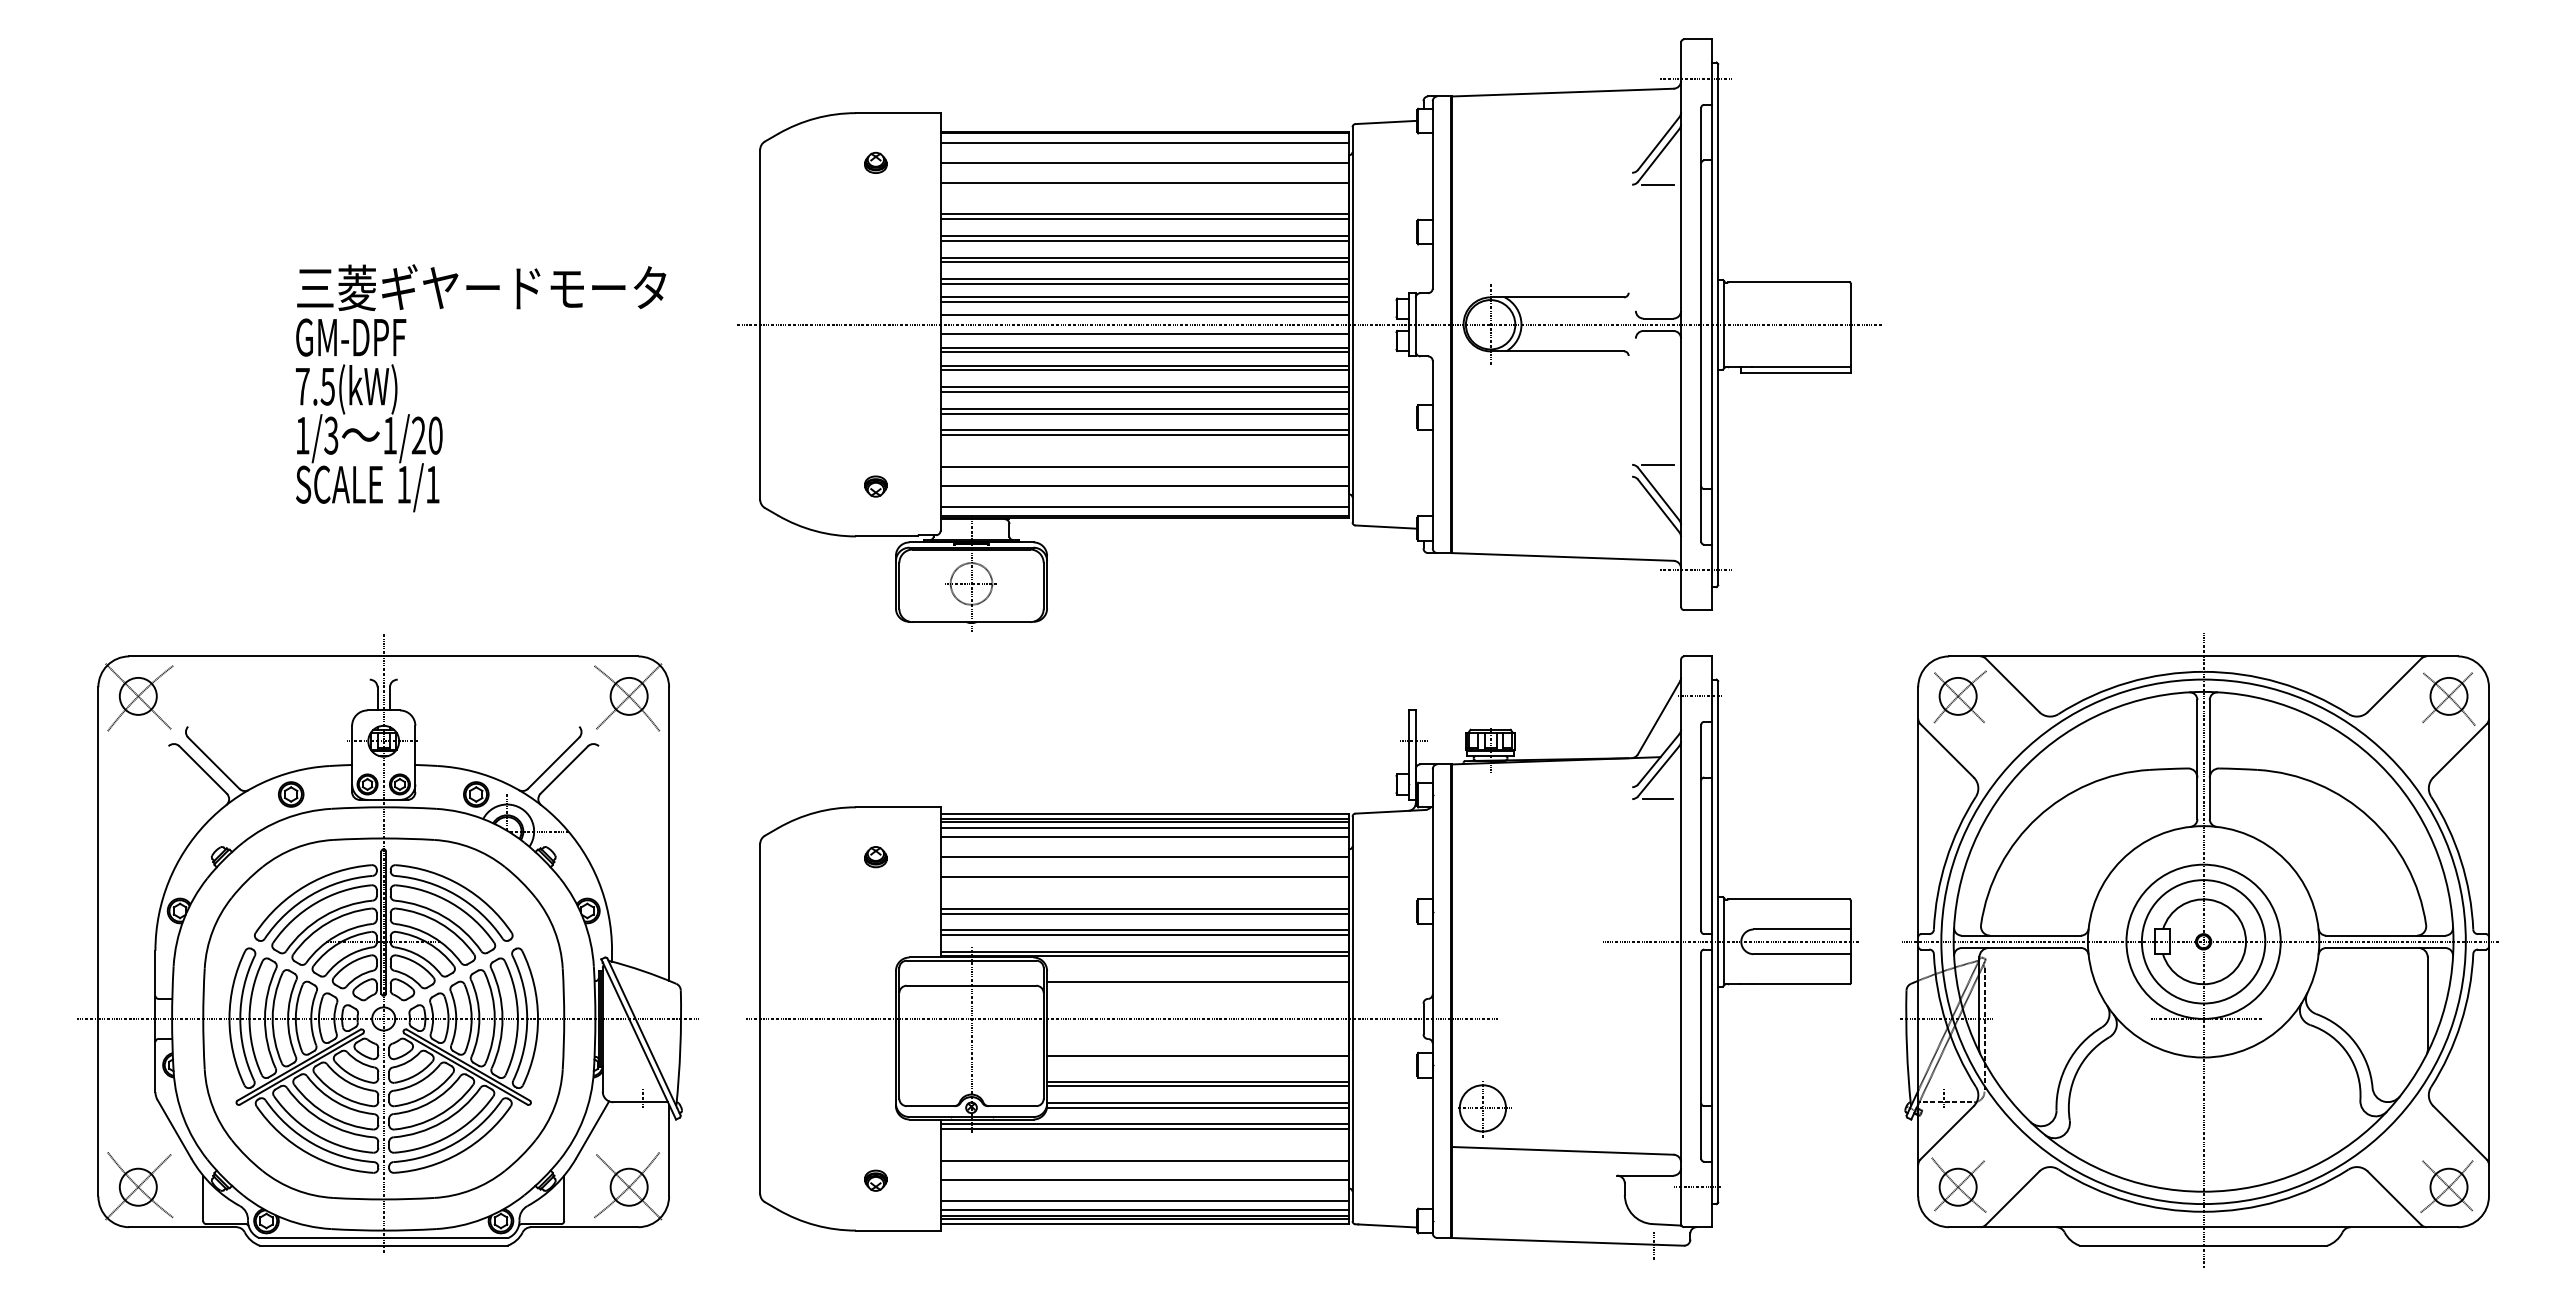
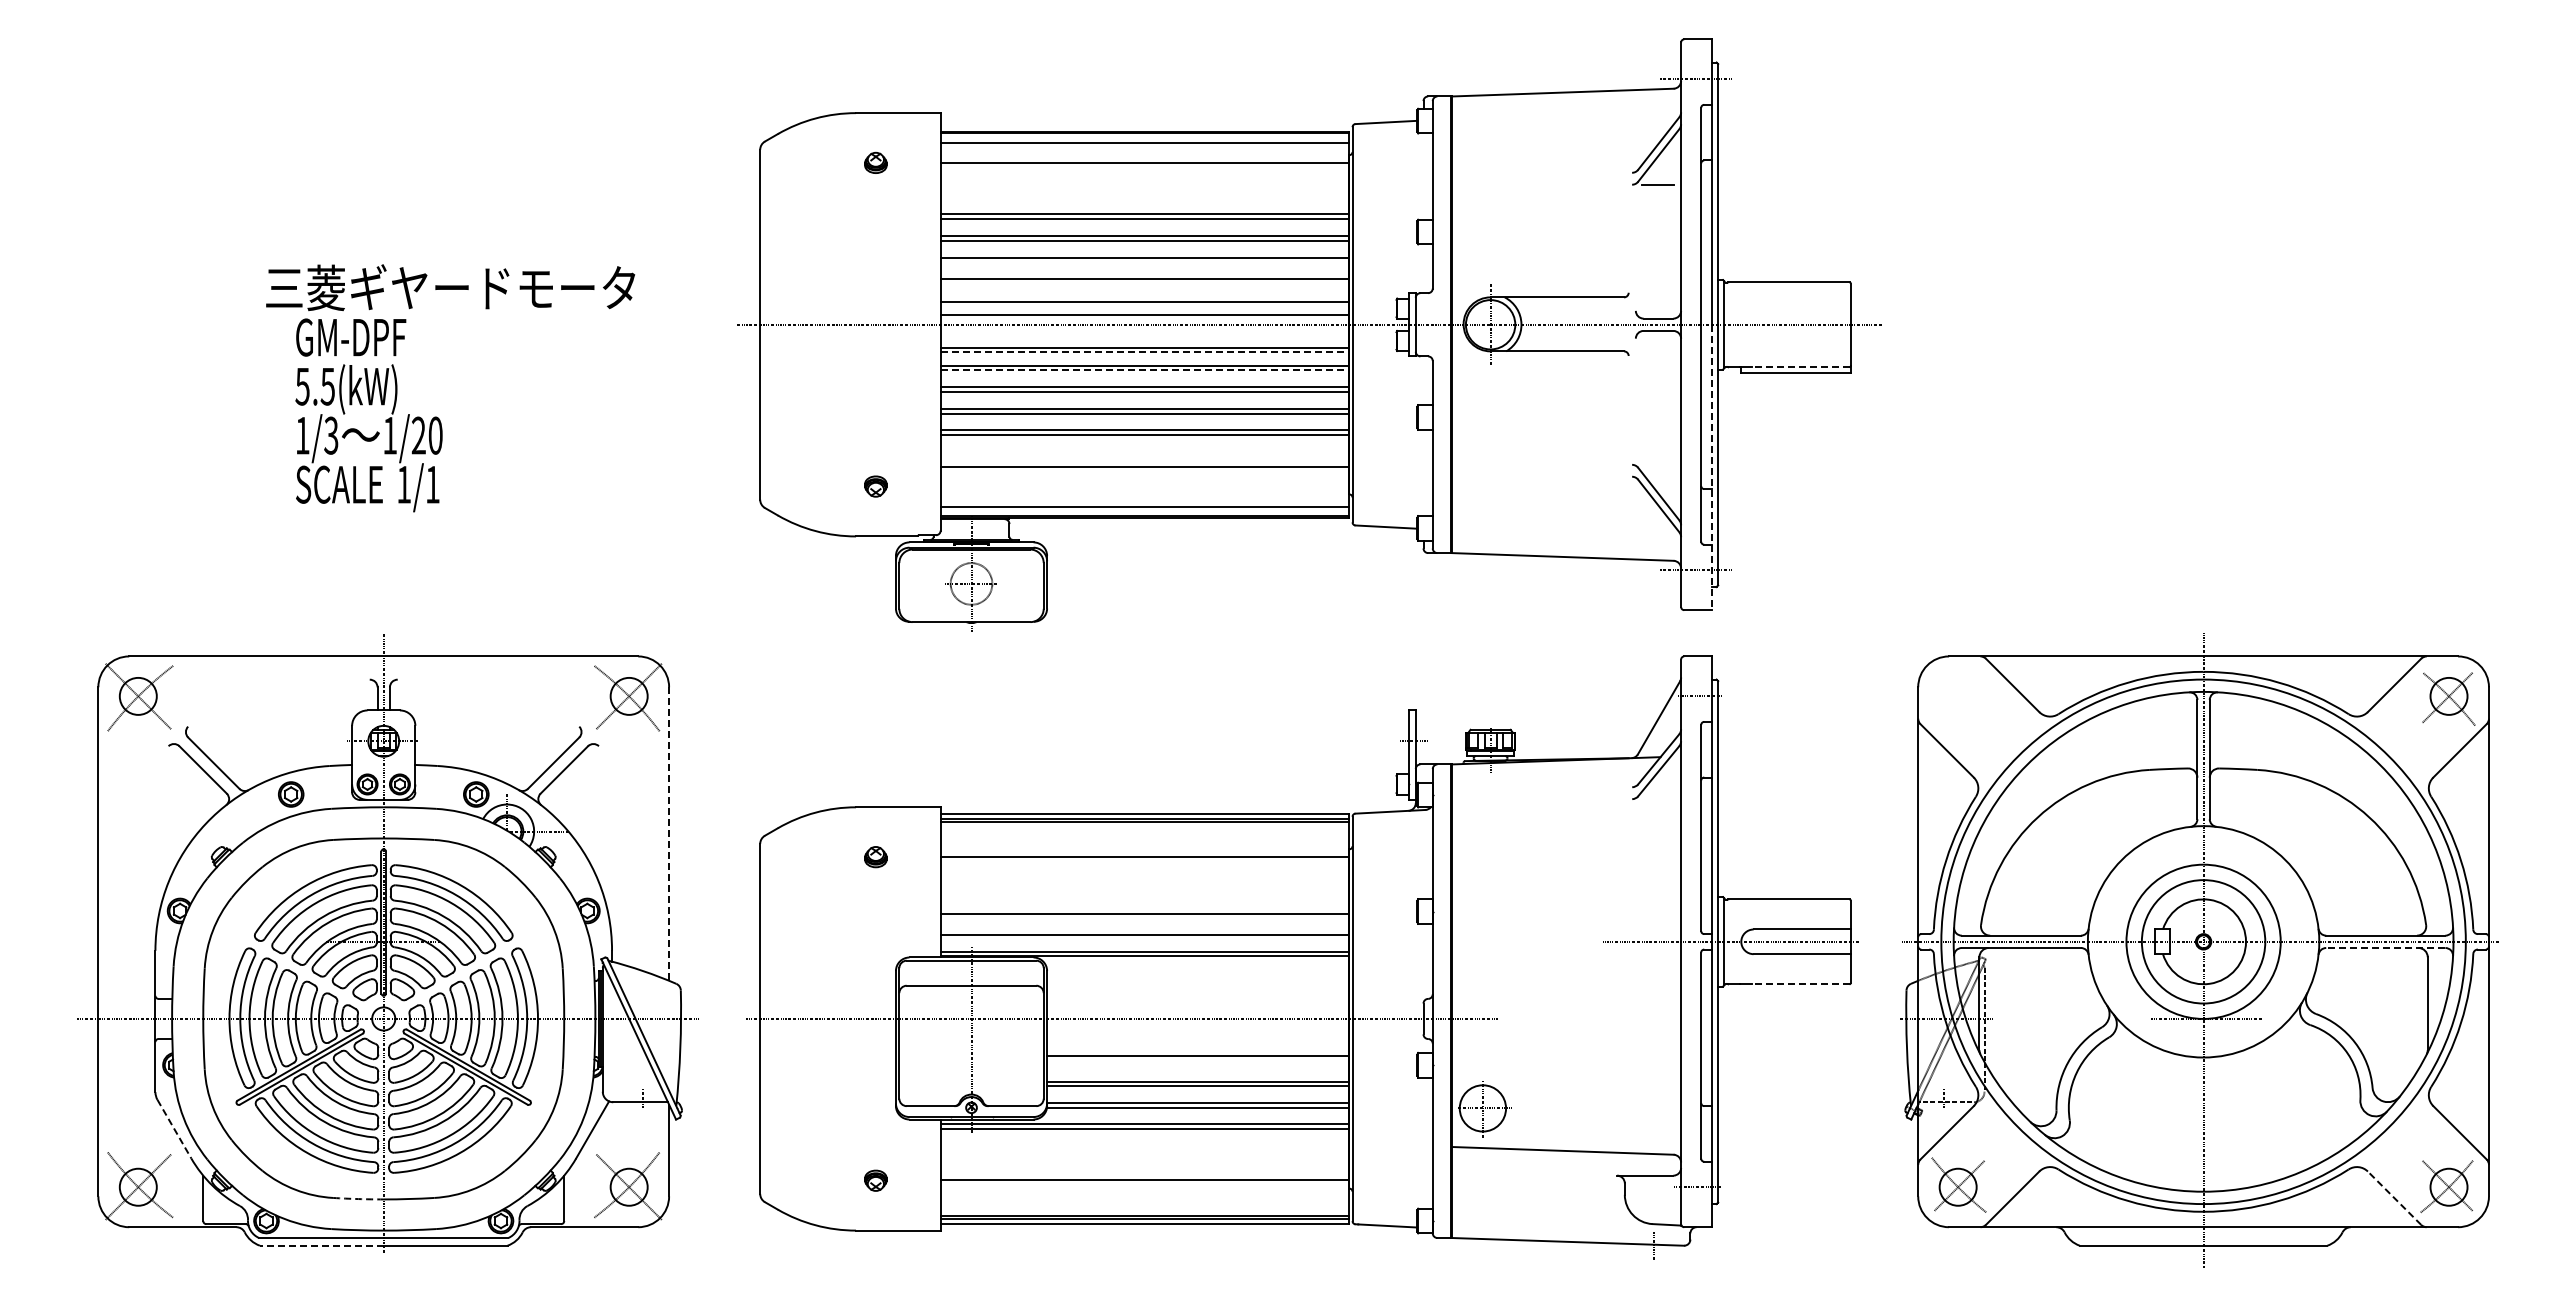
line at (1144, 182): present -> none
line at (1144, 262): present -> none
line at (1144, 283): present -> none
text at (481, 287) position: (481, 287) -> (450, 287)
line at (1144, 297): present -> none
line at (1144, 334): present -> none
line at (1145, 352): solid -> dashed
line at (1800, 367): solid -> dashed
line at (1145, 370): solid -> dashed
text at (302, 386): 7.5(kW) -> 5.5(kW)
line at (1657, 464): present -> none
line at (1711, 467): solid -> dashed
line at (1144, 486): present -> none
part at (1959, 696): present -> none
line at (1657, 799): present -> none
line at (1144, 827): present -> none
line at (669, 834): solid -> dashed
line at (1144, 836): present -> none
line at (1144, 877): present -> none
line at (1144, 908): present -> none
line at (1144, 930): present -> none
line at (2385, 948): solid -> dashed
line at (1198, 981): present -> none
line at (1800, 984): solid -> dashed
line at (174, 1129): solid -> dashed
line at (1144, 1160): present -> none
line at (2394, 1198): solid -> dashed
arc at (358, 1199): solid -> dashed
line at (1144, 1200): present -> none
line at (1144, 1210): present -> none
line at (321, 1245): solid -> dashed
